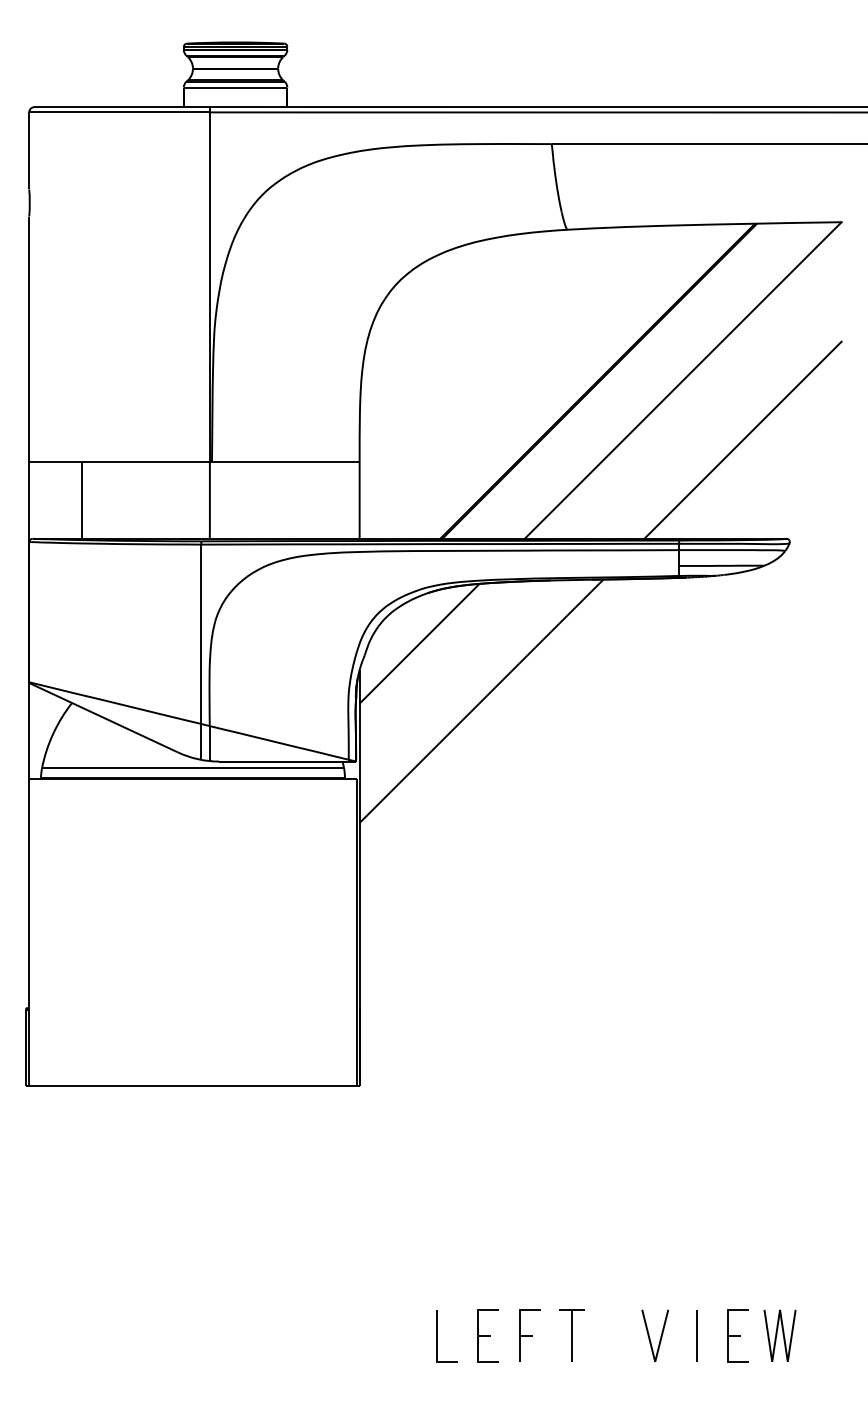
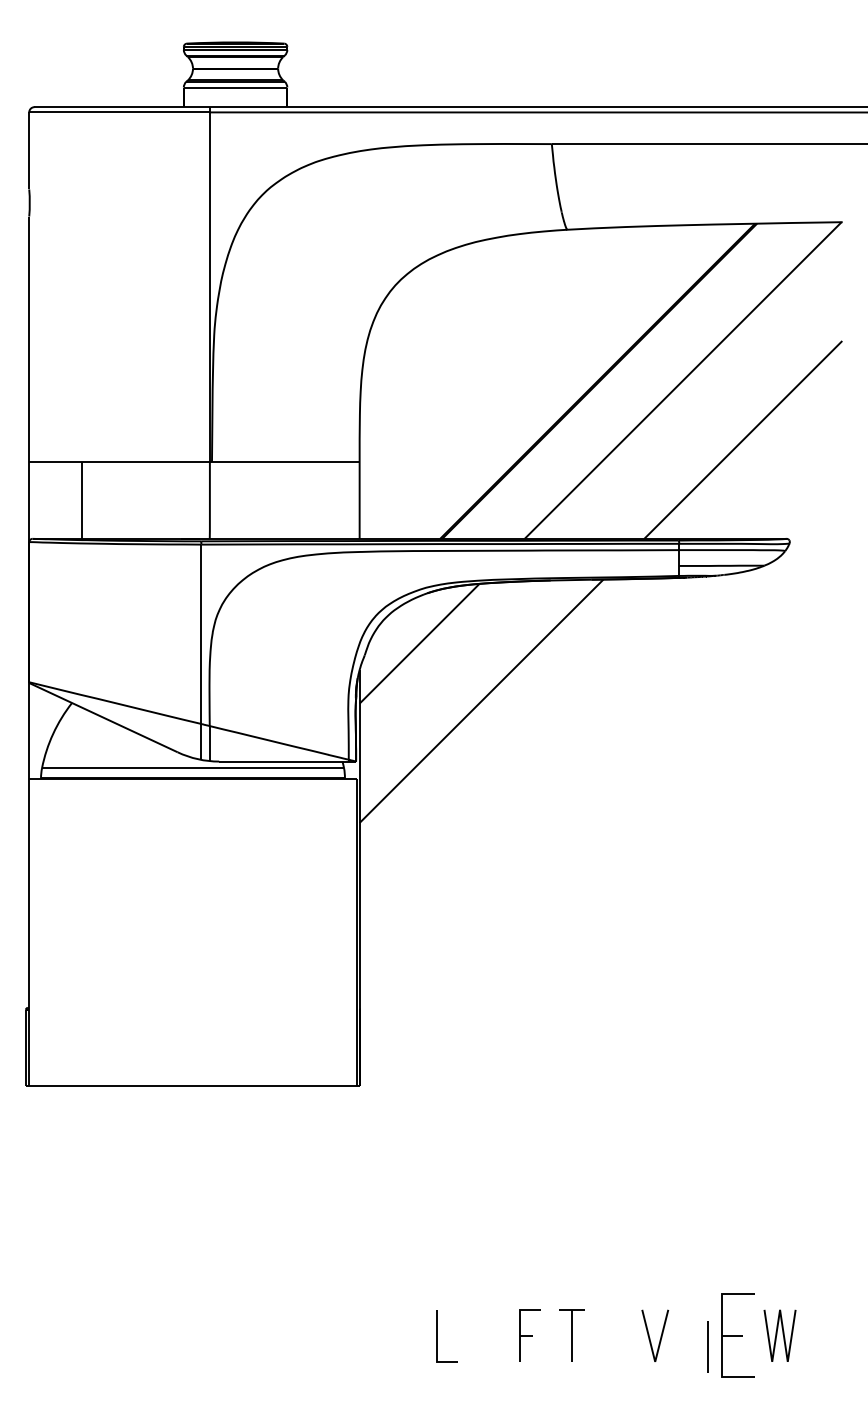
part at (487, 1335): present -> none
line at (696, 1335) position: (696, 1335) -> (707, 1346)
part at (737, 1335) size: 22x54 px -> 34x85 px
